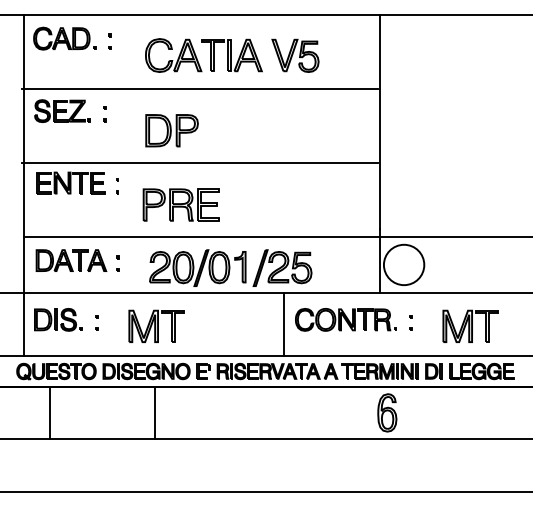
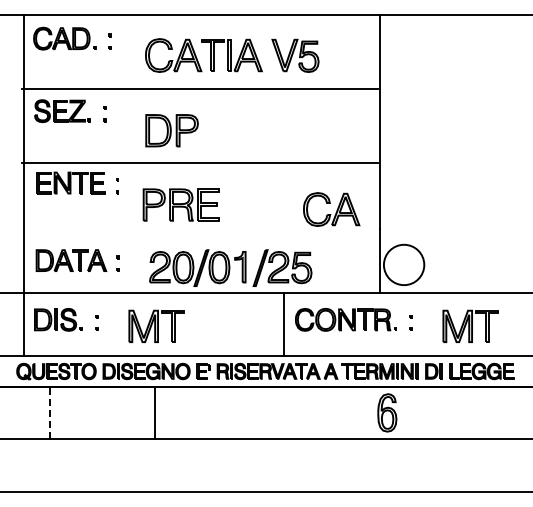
part at (331, 209): none -> present
line at (276, 237): present -> none
line at (50, 412): solid -> dashed
